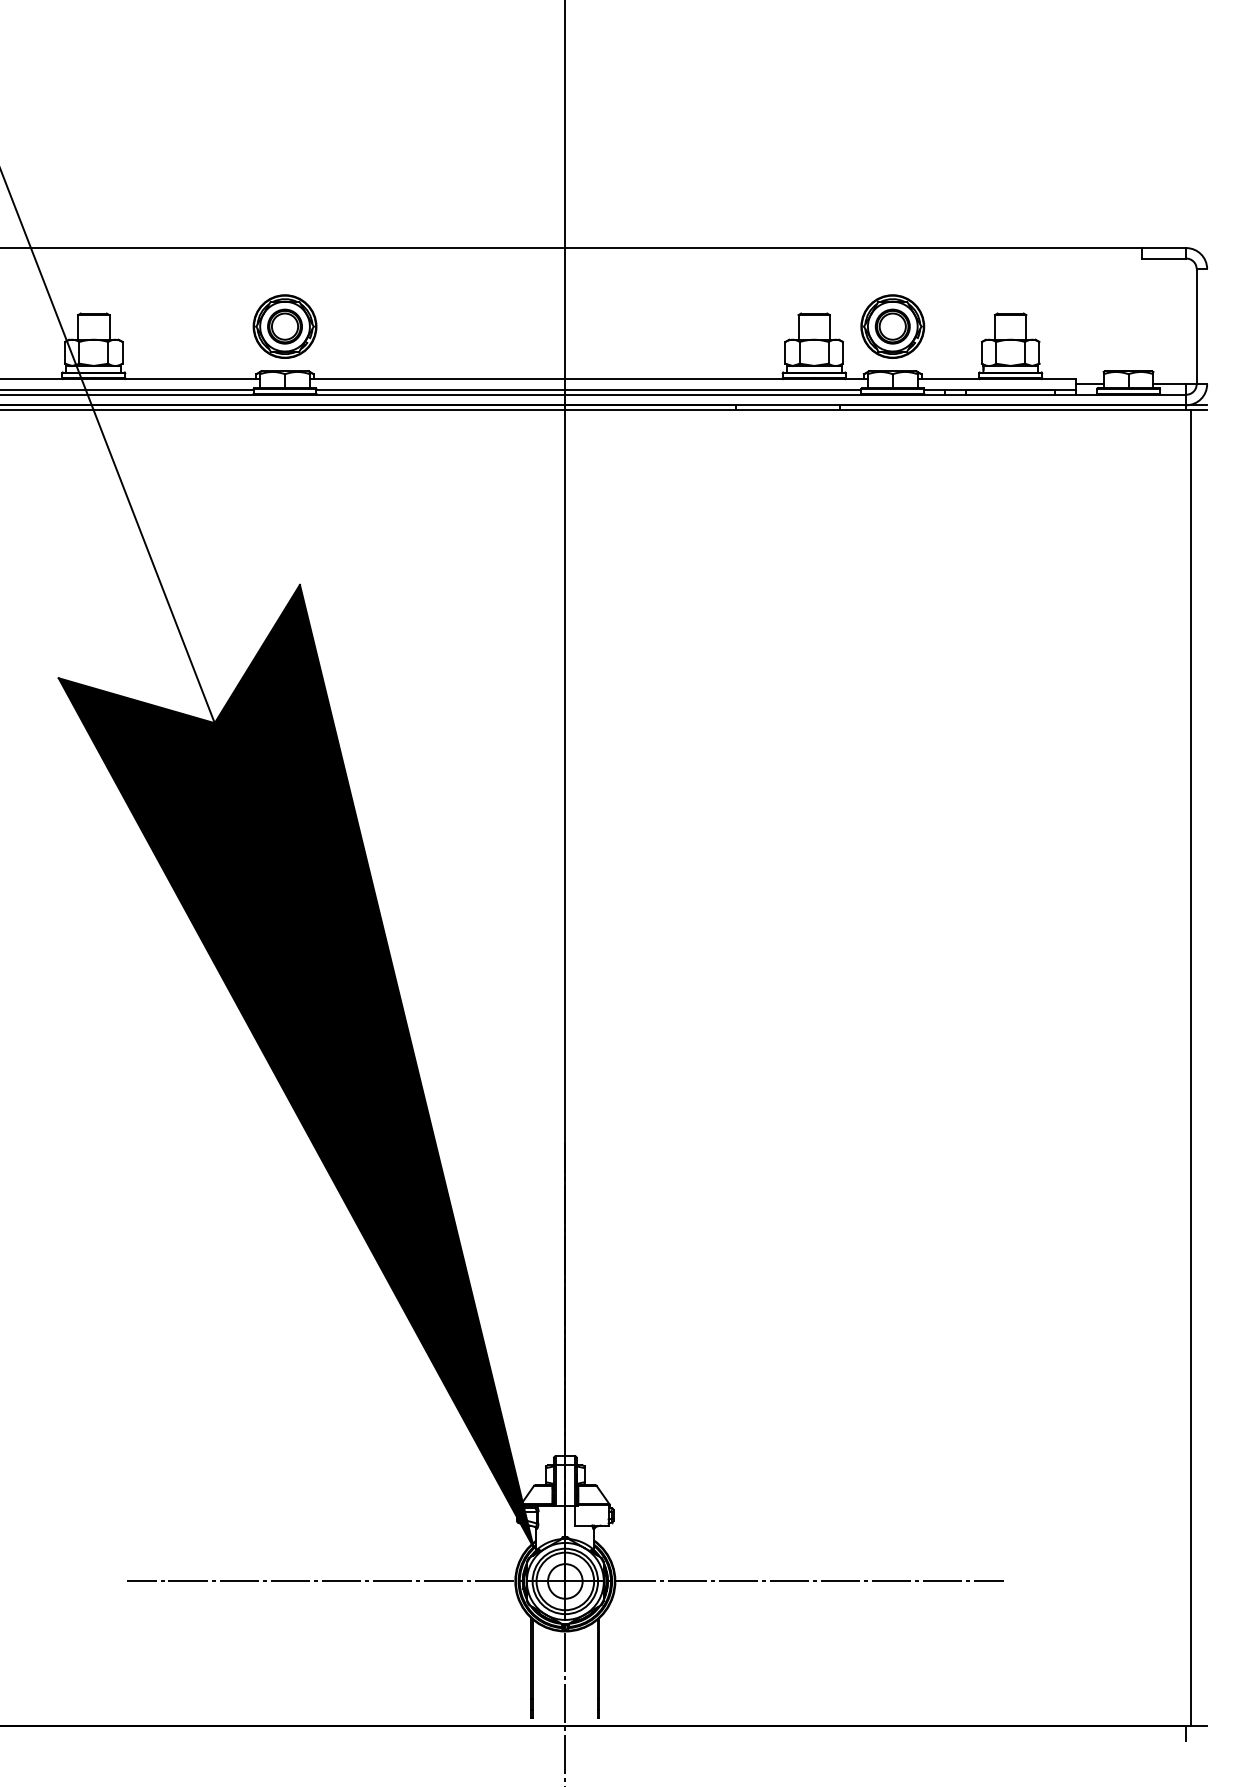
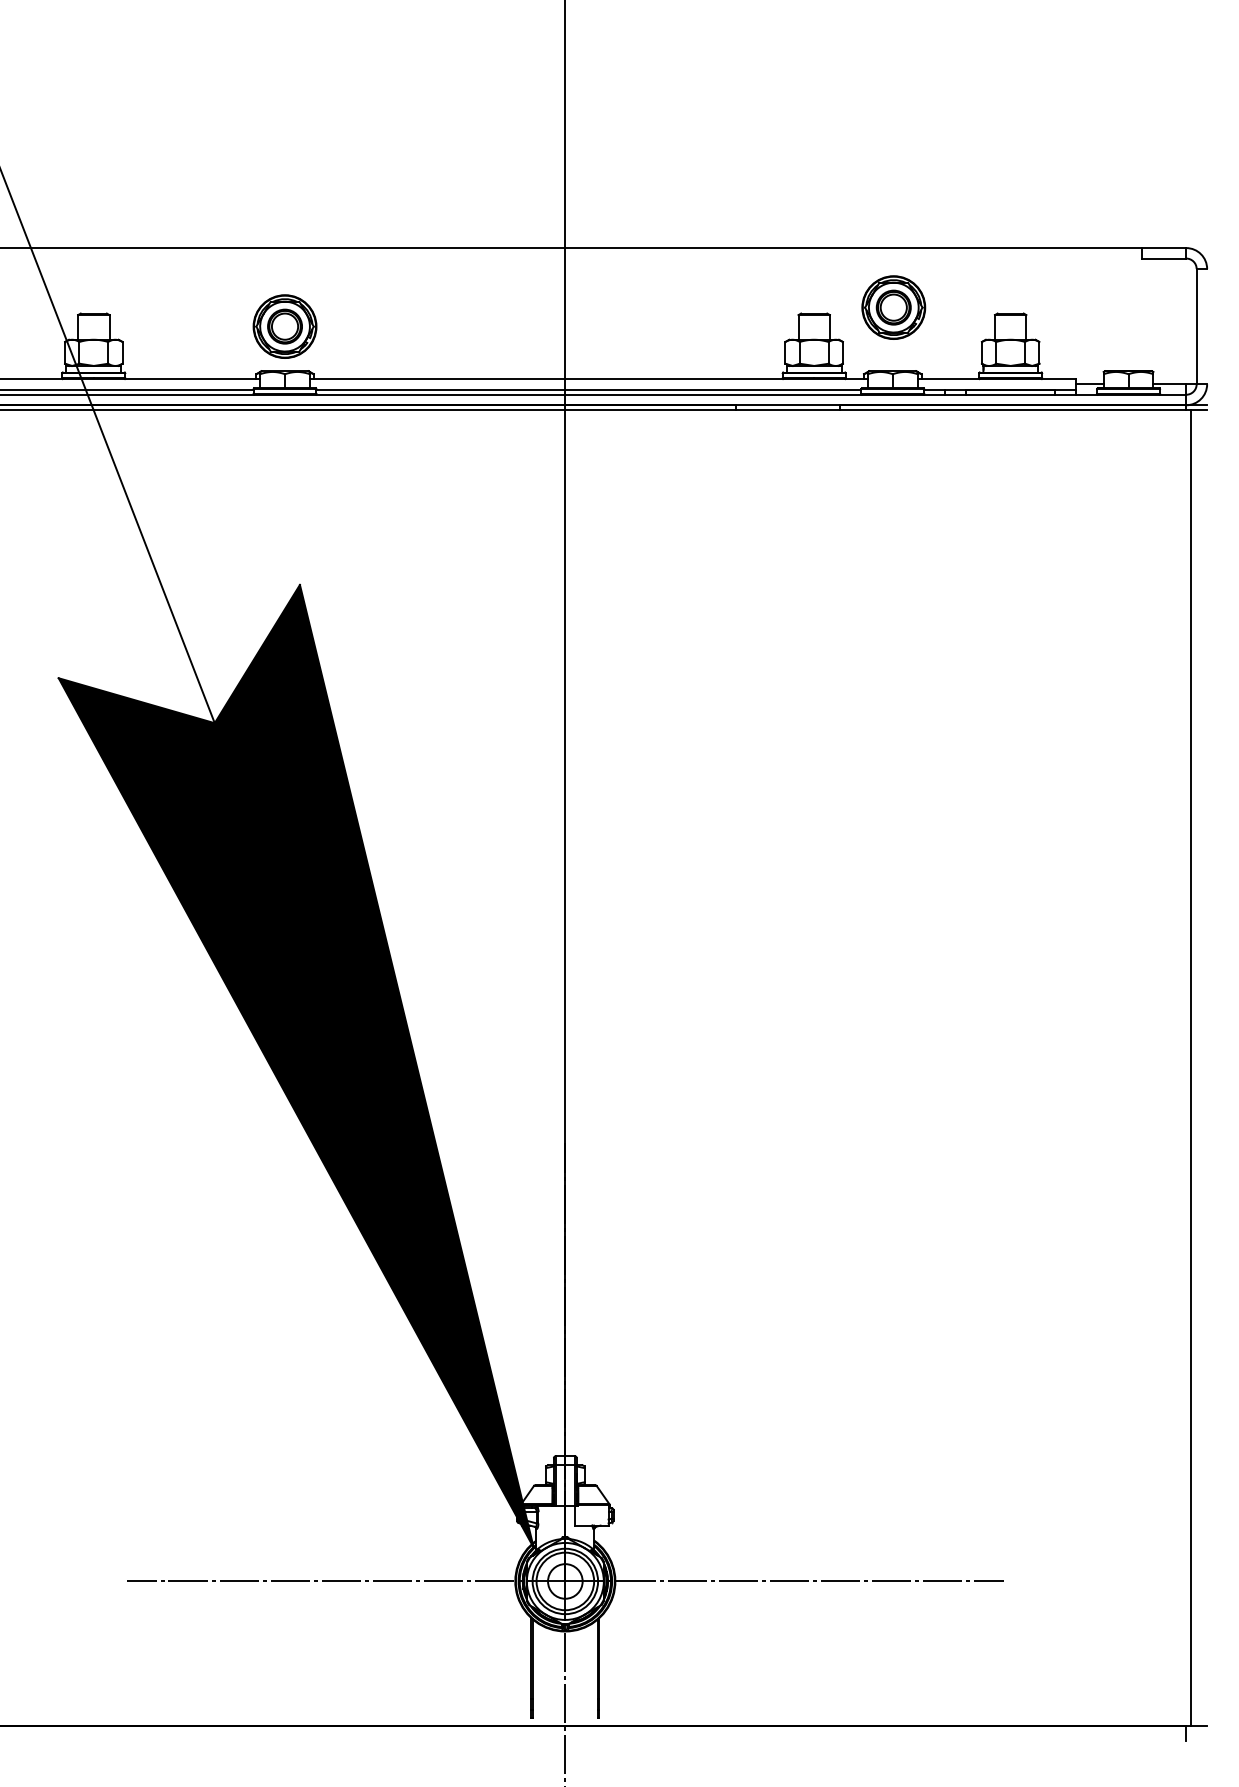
part at (892, 326) position: (892, 326) -> (893, 307)
